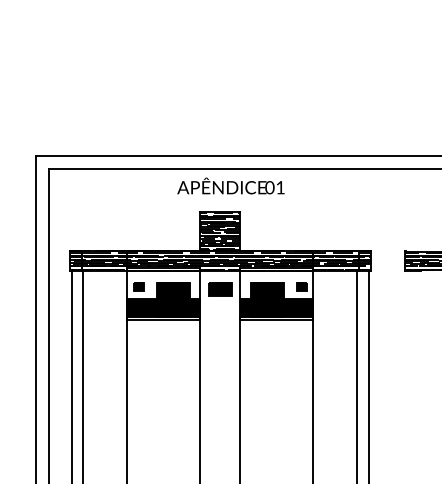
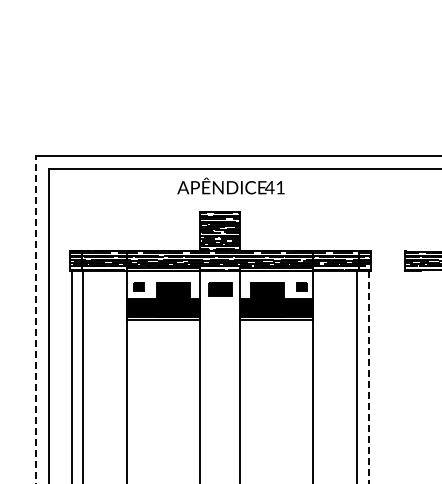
text at (269, 187): 01 -> 41
line at (36, 320): solid -> dashed
line at (369, 377): solid -> dashed
